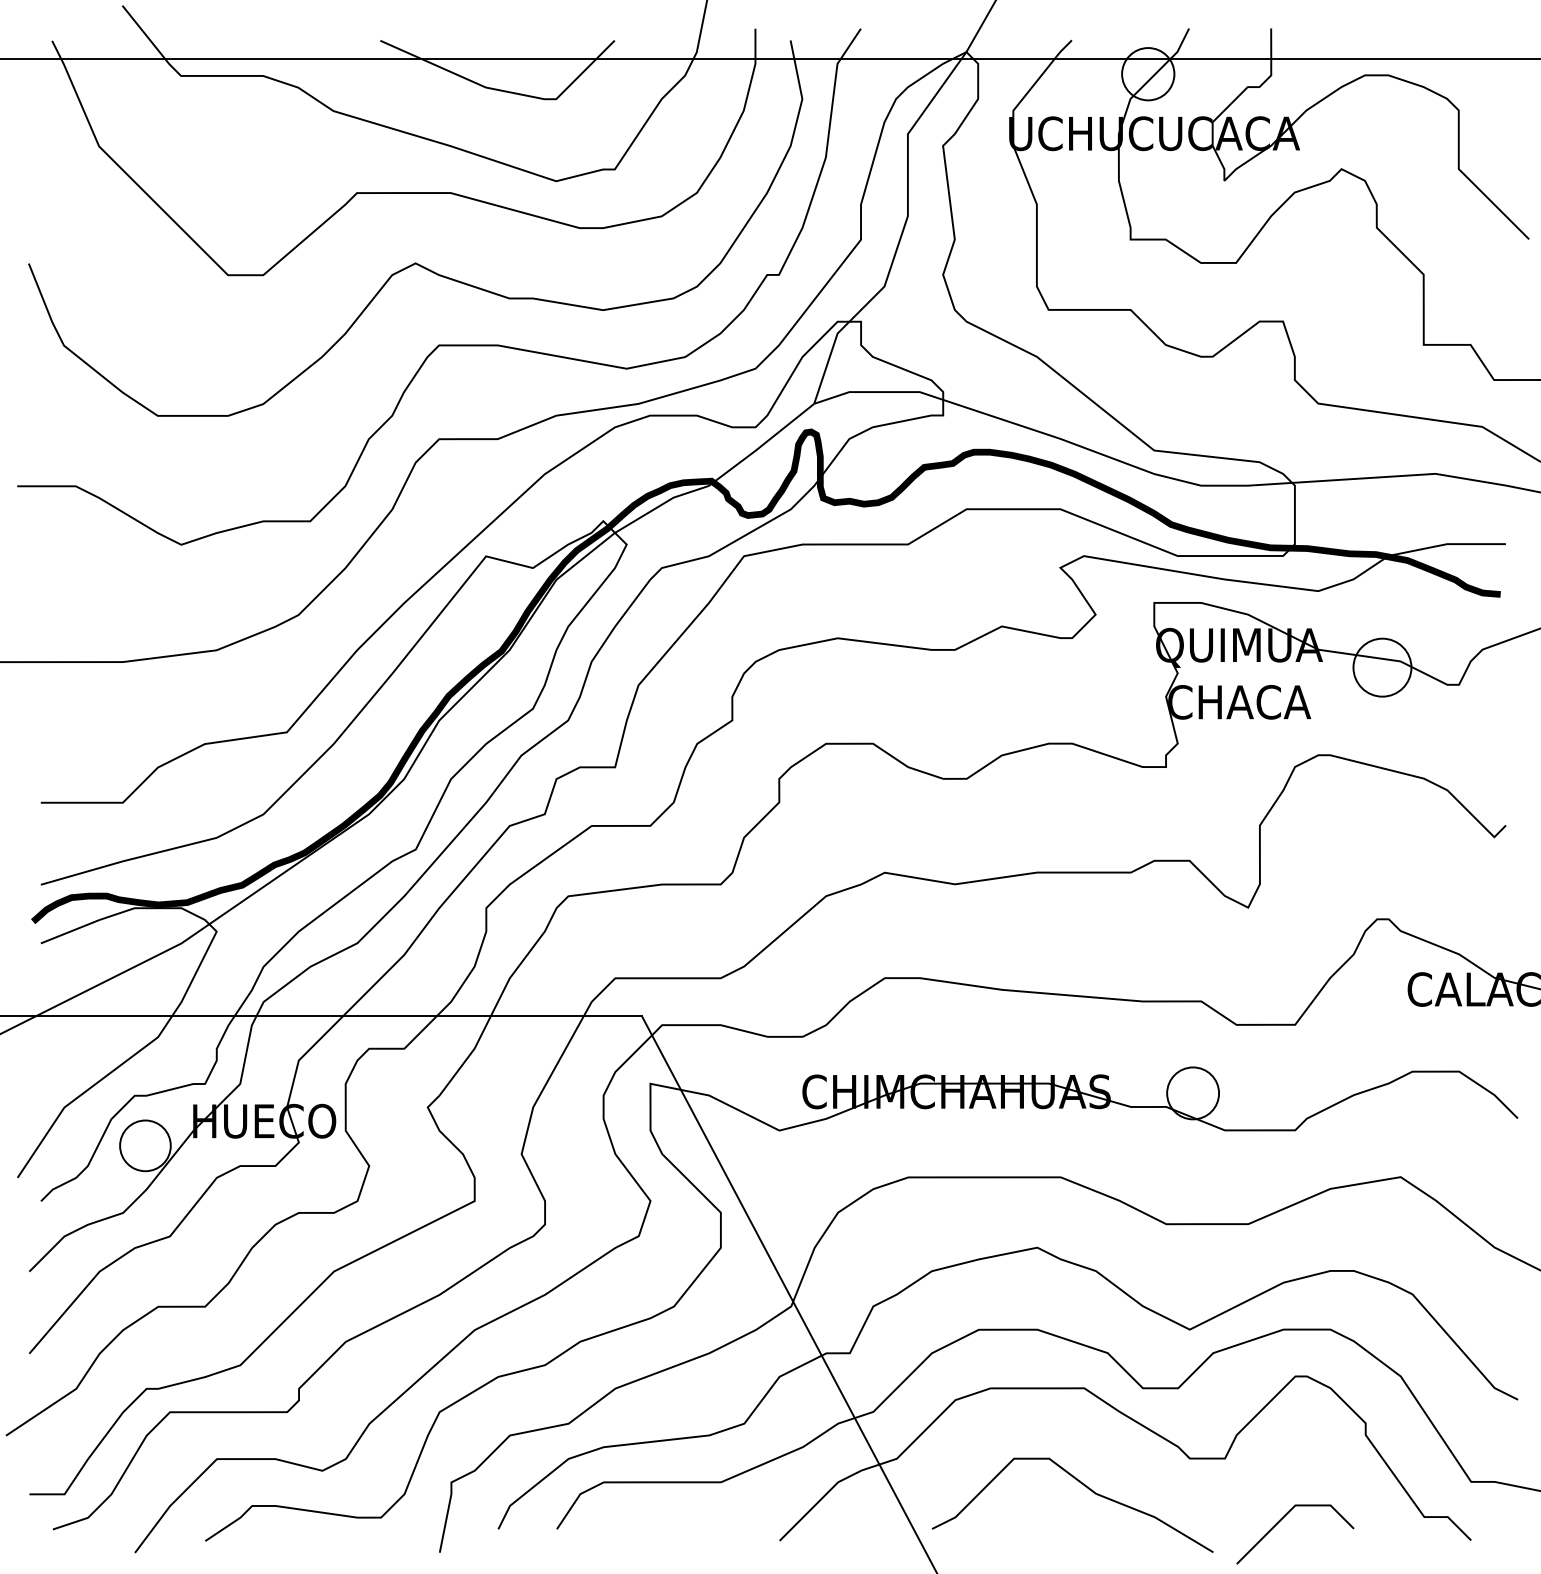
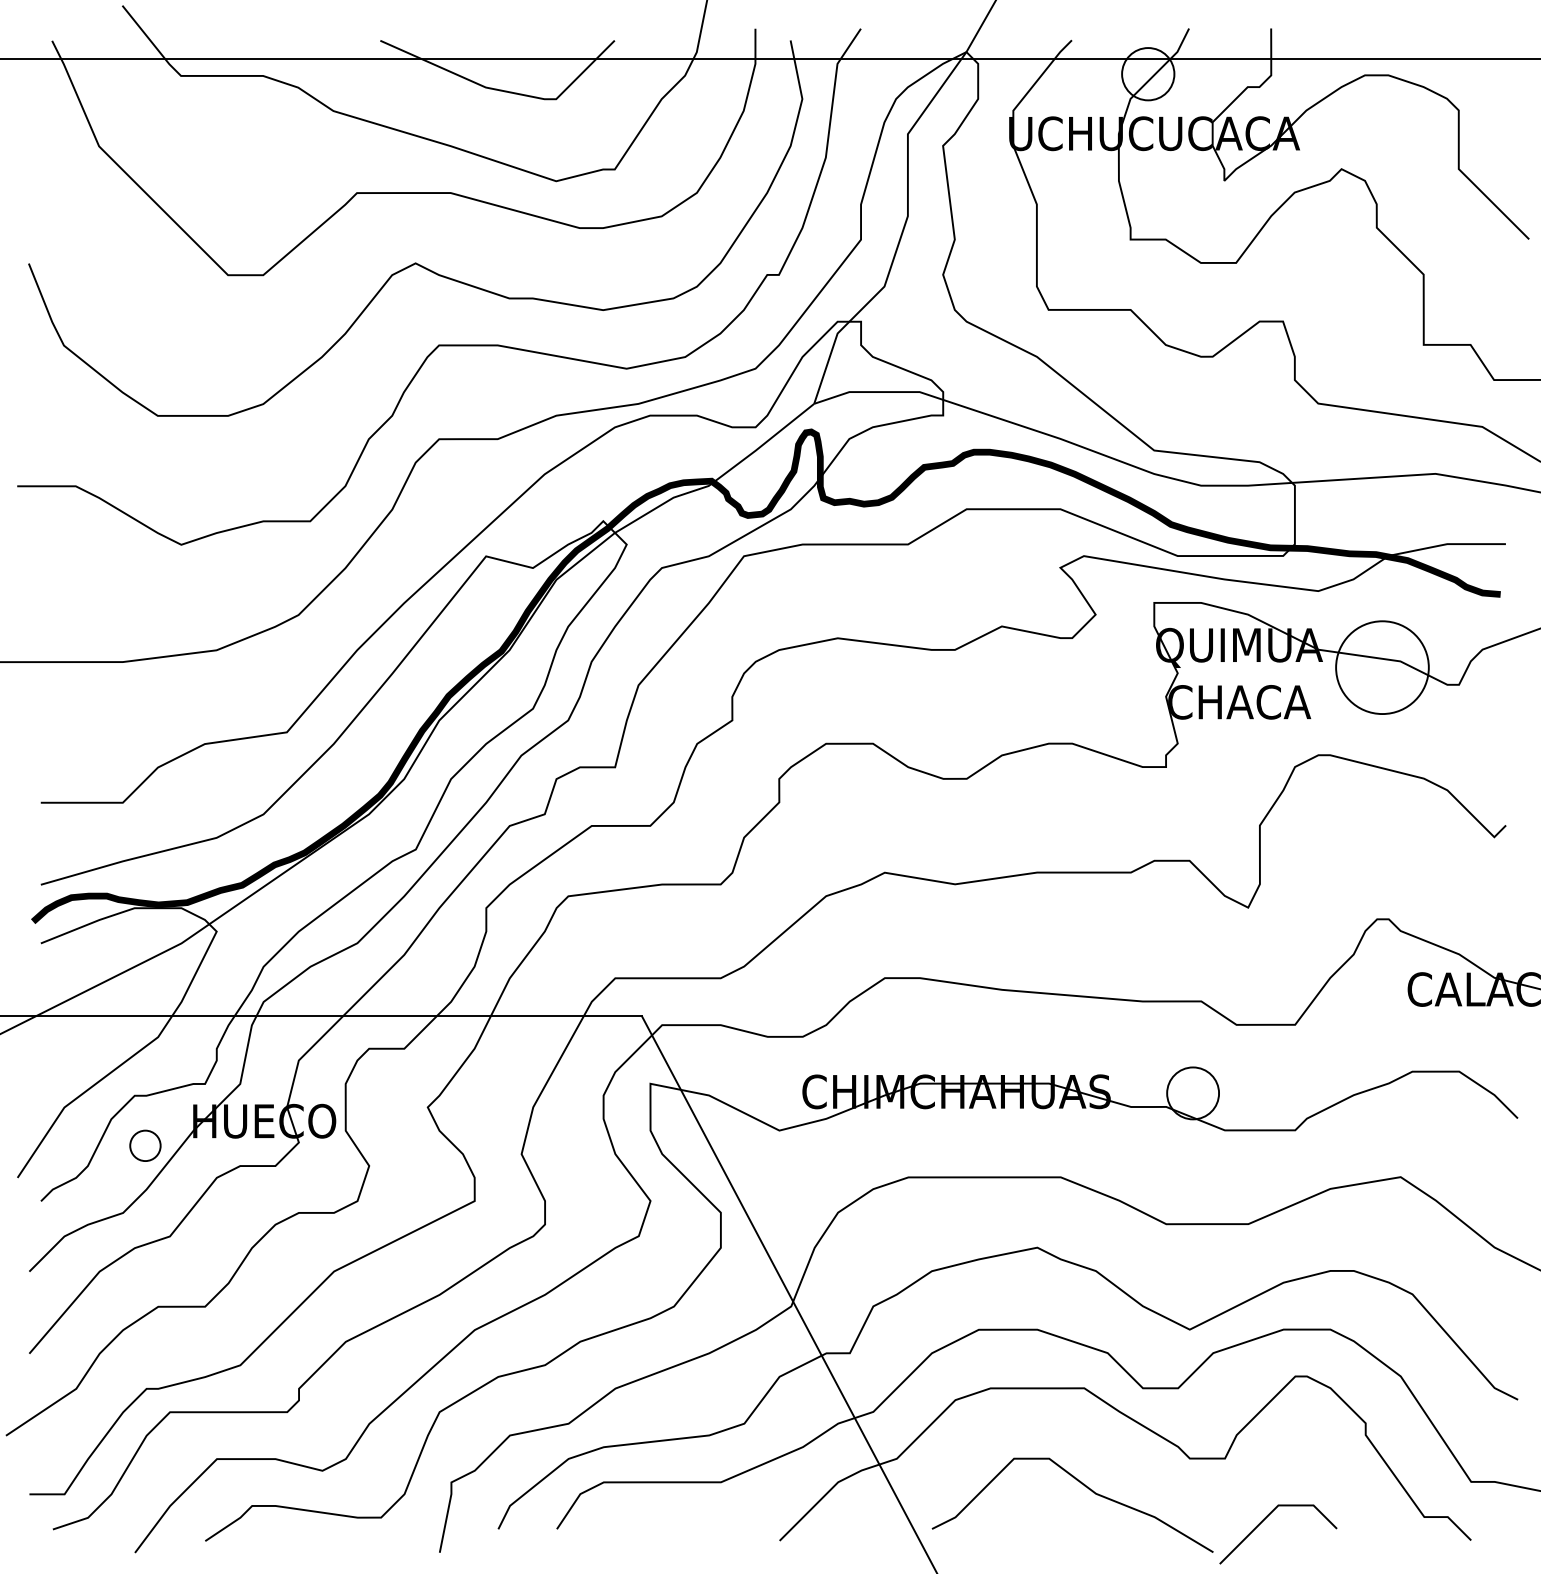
circle at (1382, 667) diameter: 58 px -> 93 px
circle at (145, 1145) diameter: 51 px -> 30 px
curve at (1281, 1520) position: (1281, 1520) -> (1264, 1520)
